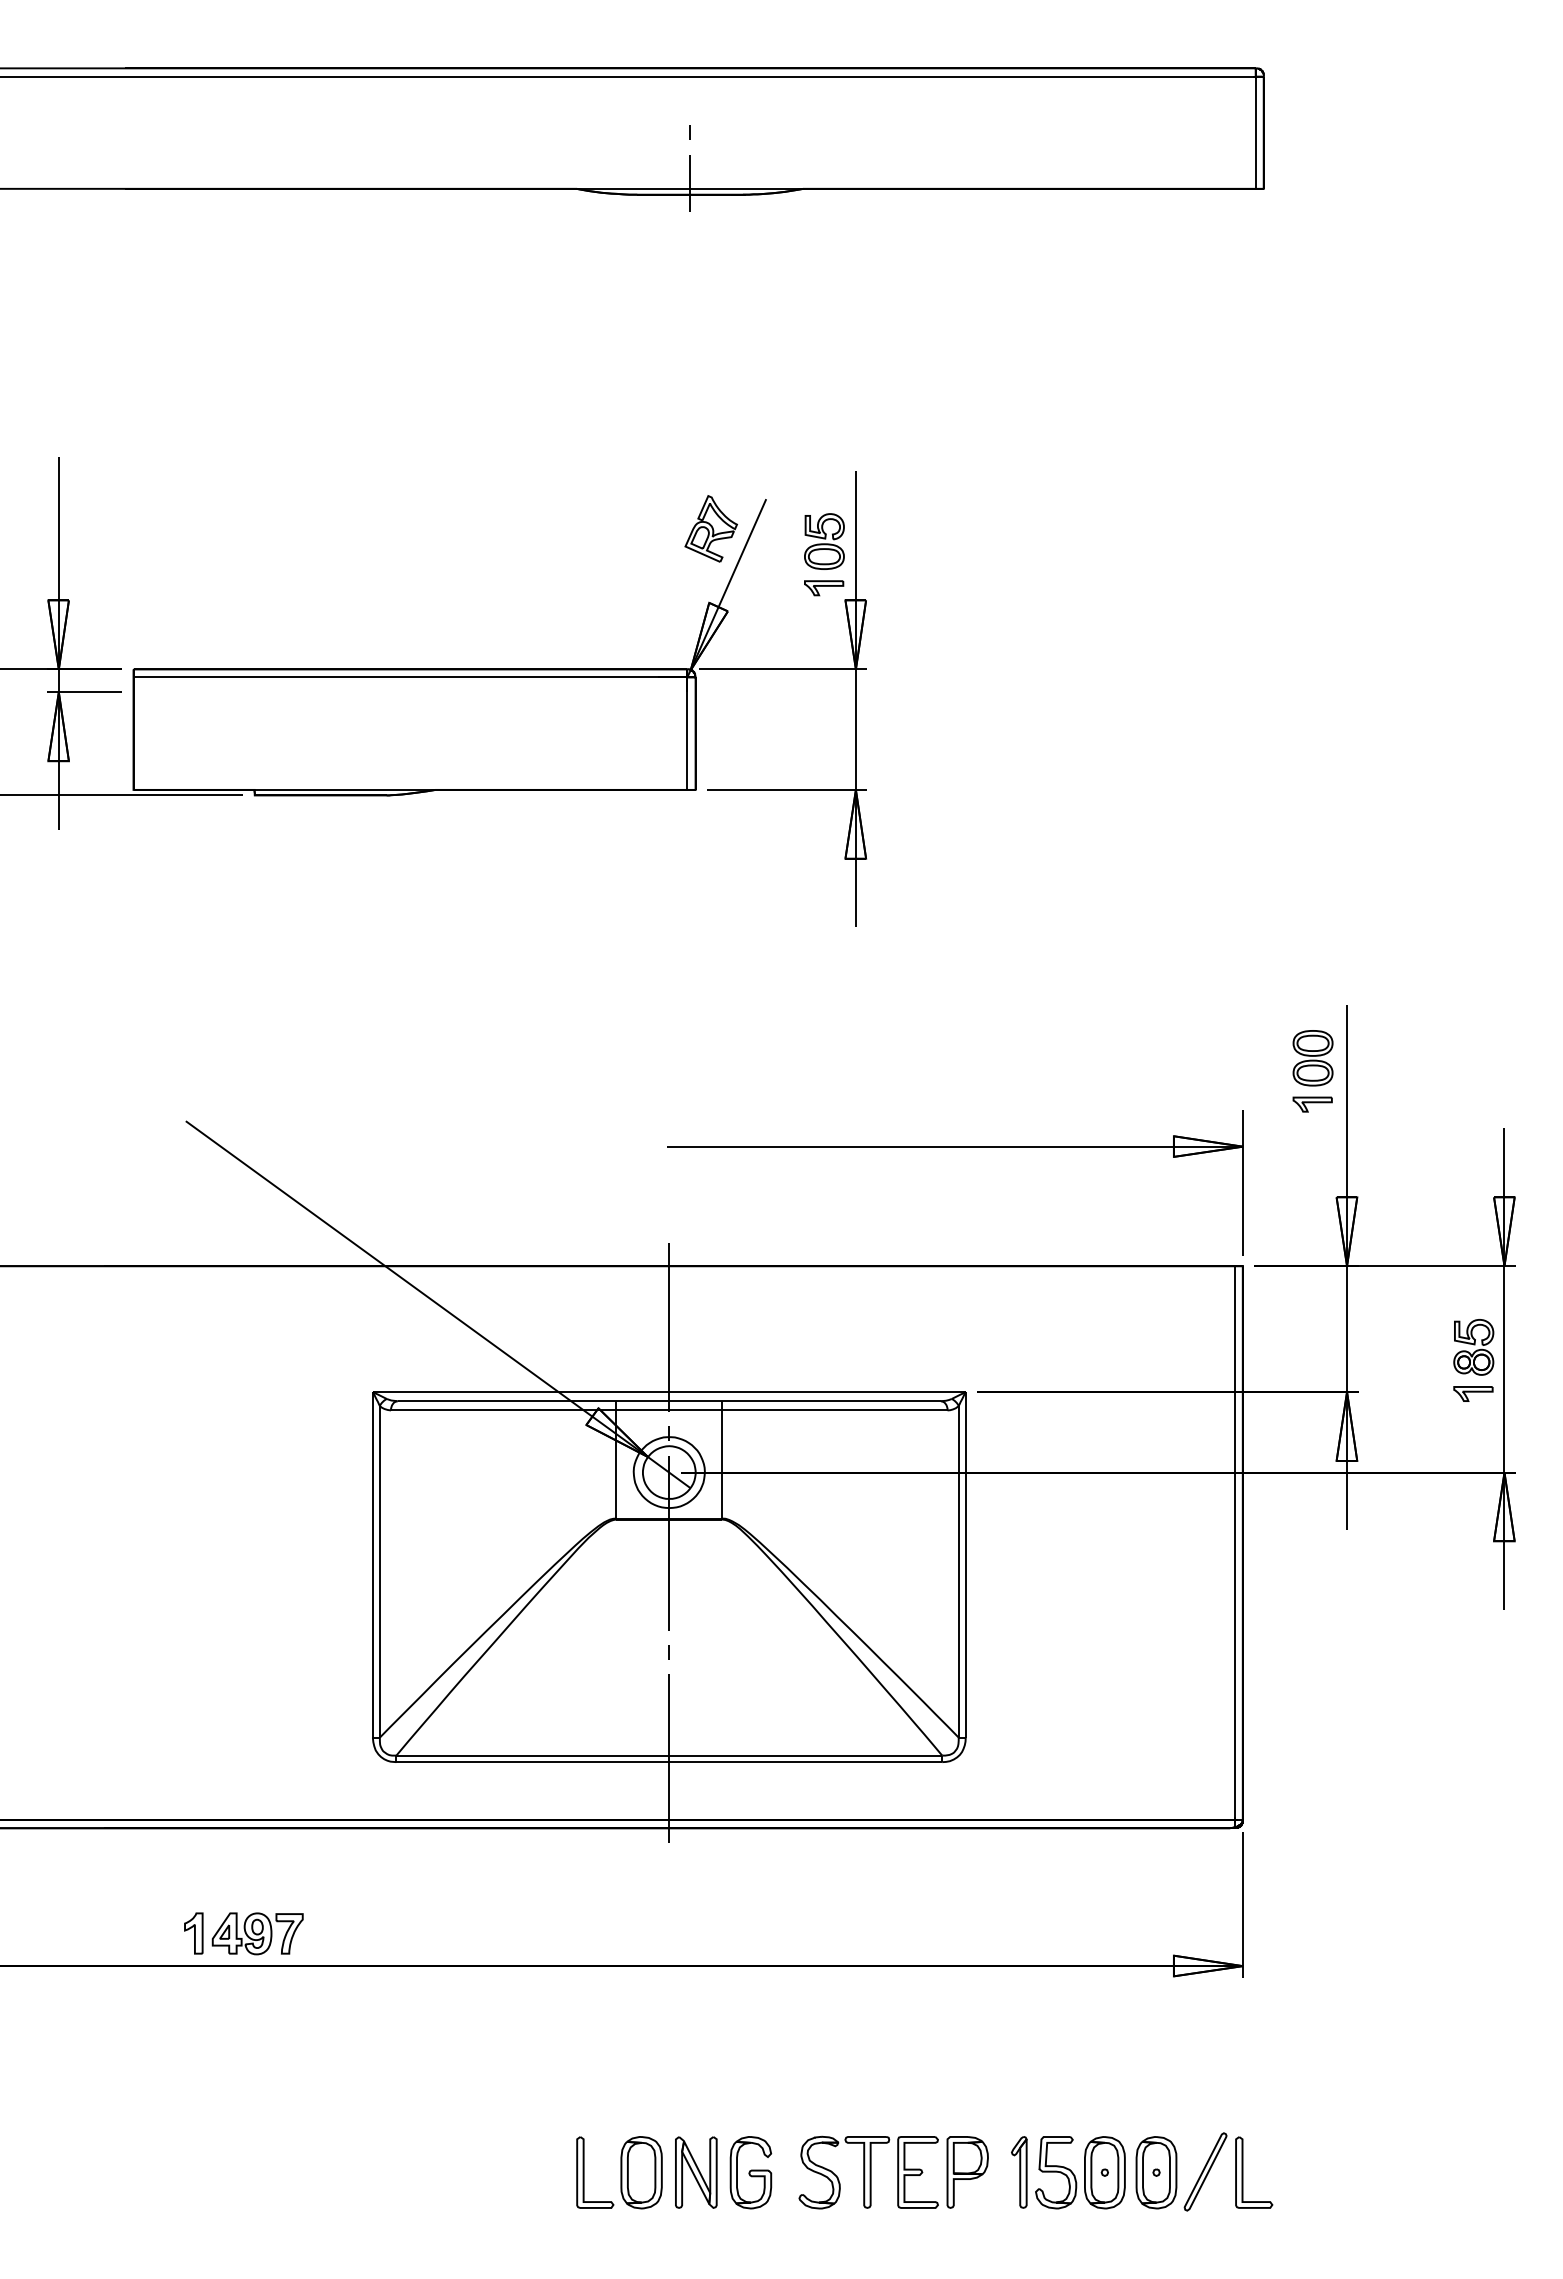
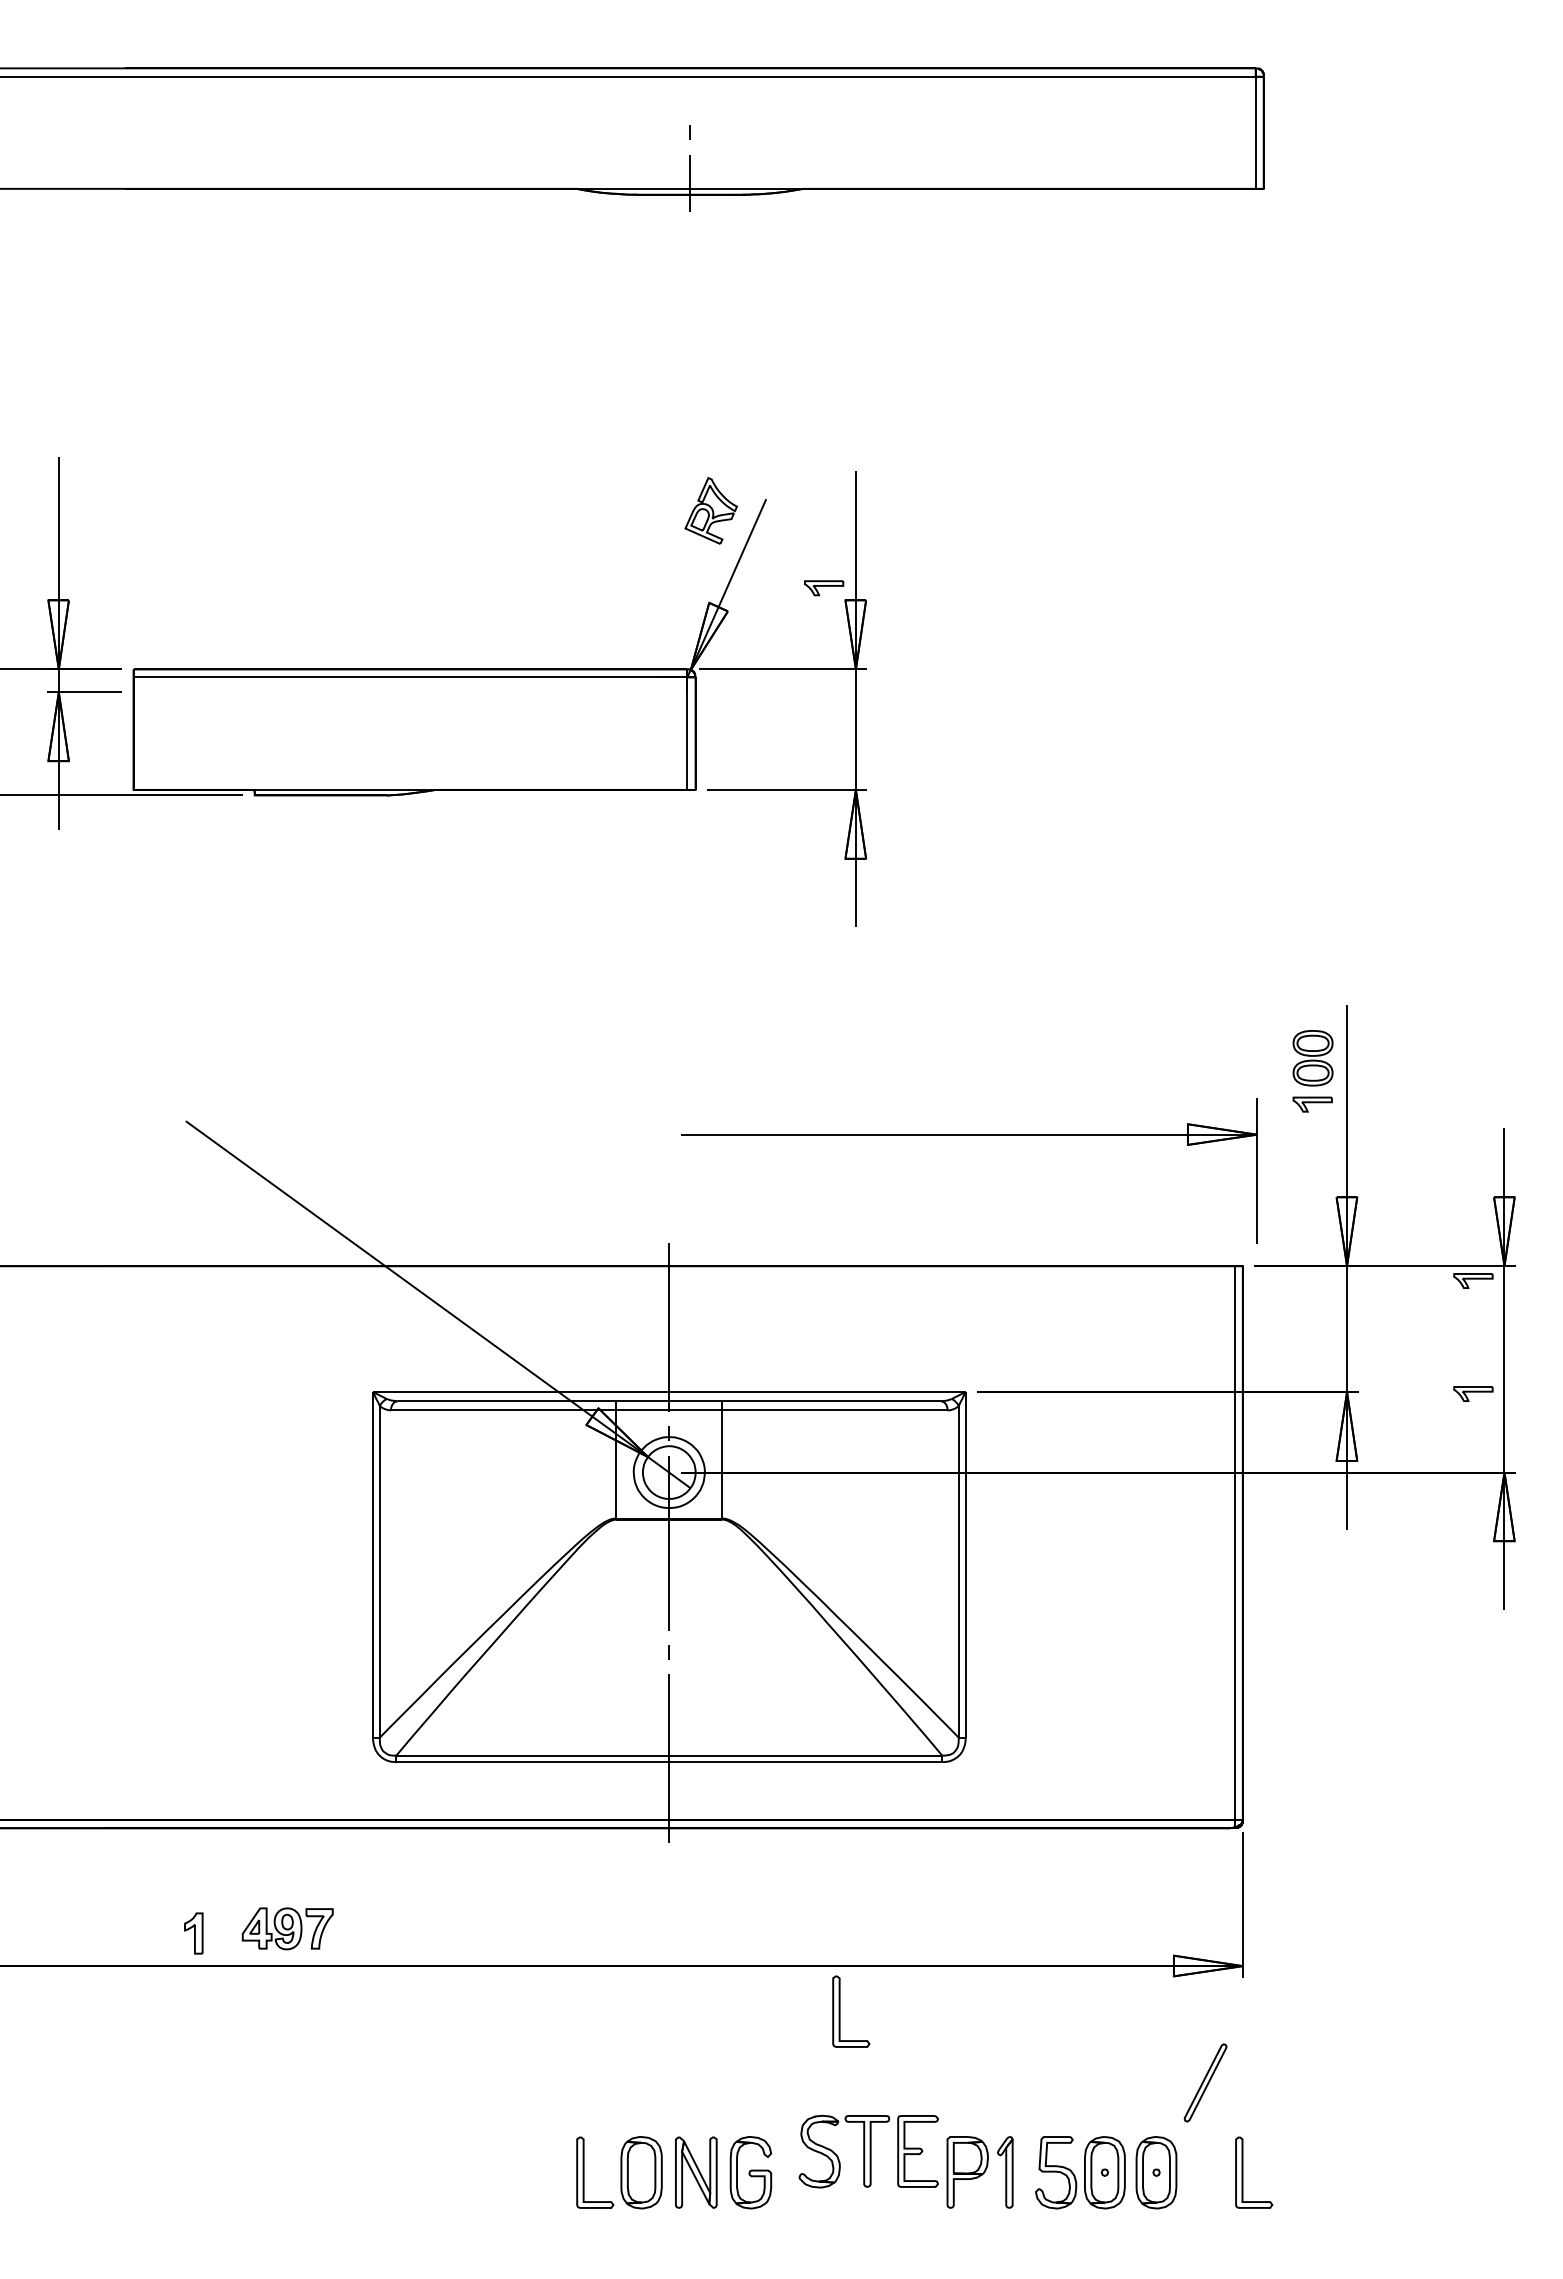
part at (710, 528) position: (710, 528) -> (710, 510)
part at (824, 541): present -> none
part at (955, 1147) position: (955, 1147) -> (969, 1135)
part at (1473, 1280): none -> present
part at (1473, 1347): present -> none
part at (257, 1933) position: (257, 1933) -> (287, 1928)
part at (840, 2011): none -> present
part at (1205, 2171) position: (1205, 2171) -> (1205, 2082)
part at (868, 2172) position: (868, 2172) -> (868, 2151)
part at (1019, 2172) position: (1019, 2172) -> (1005, 2172)
